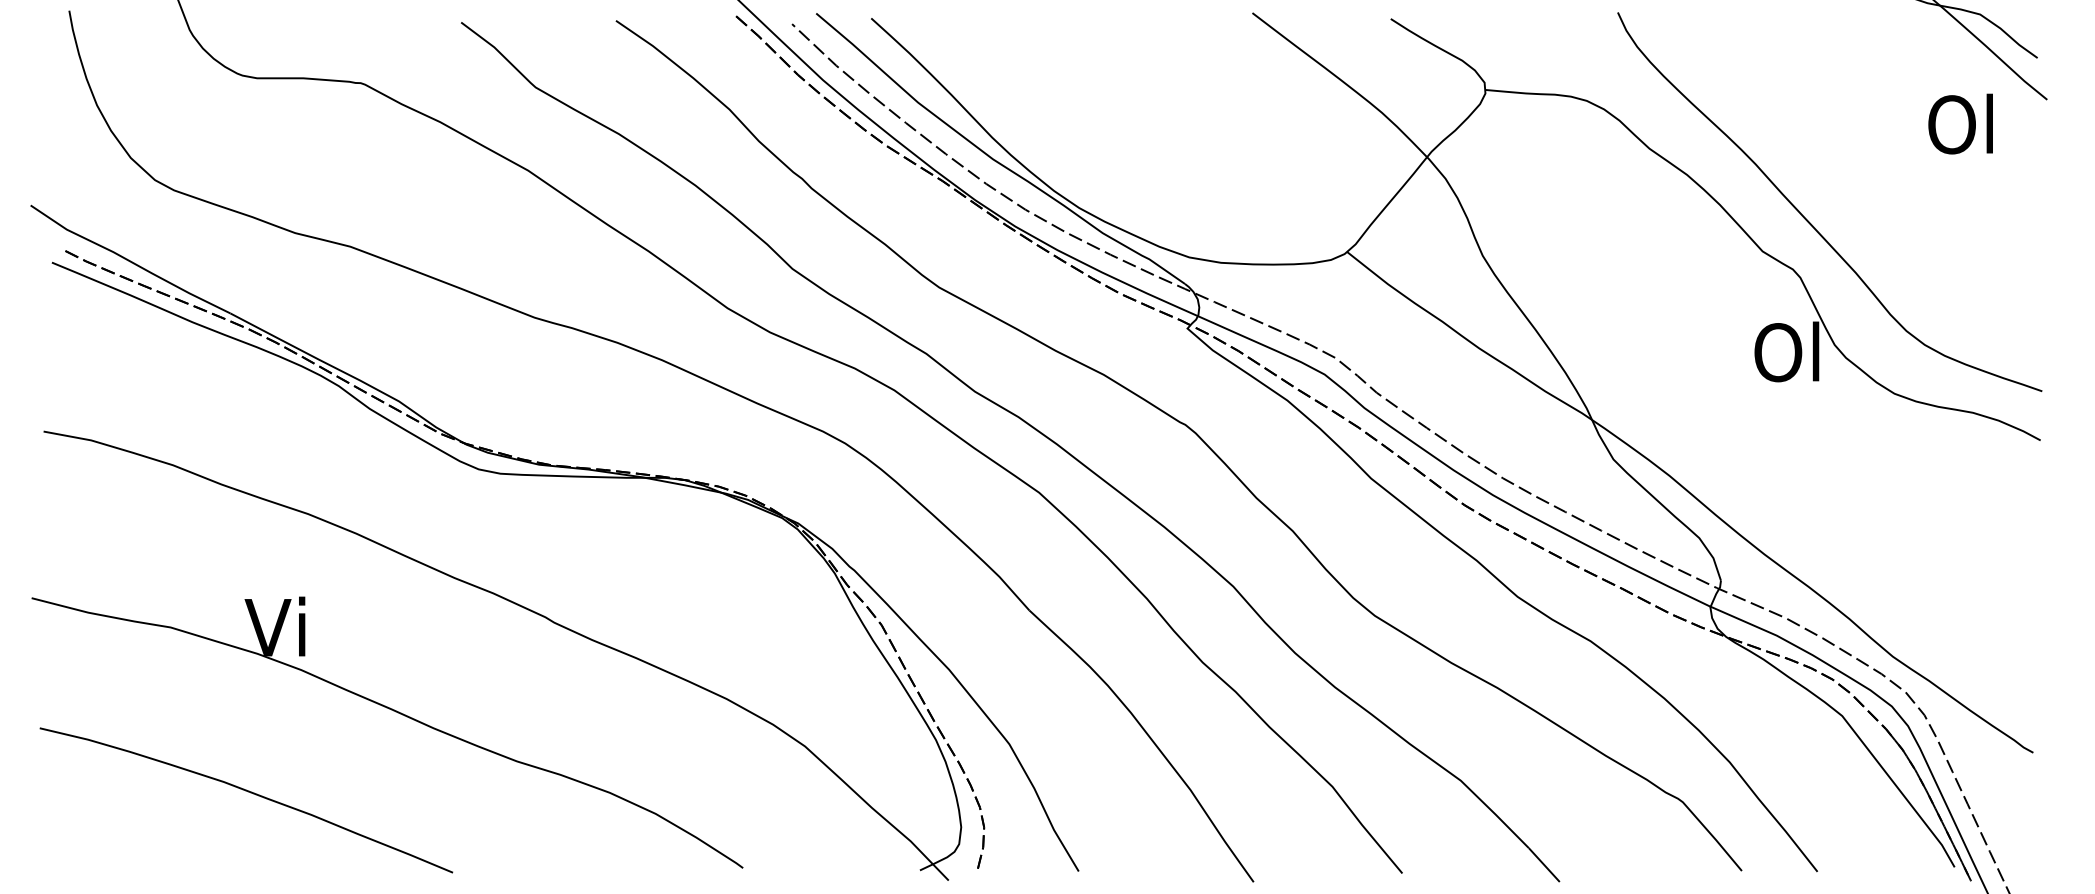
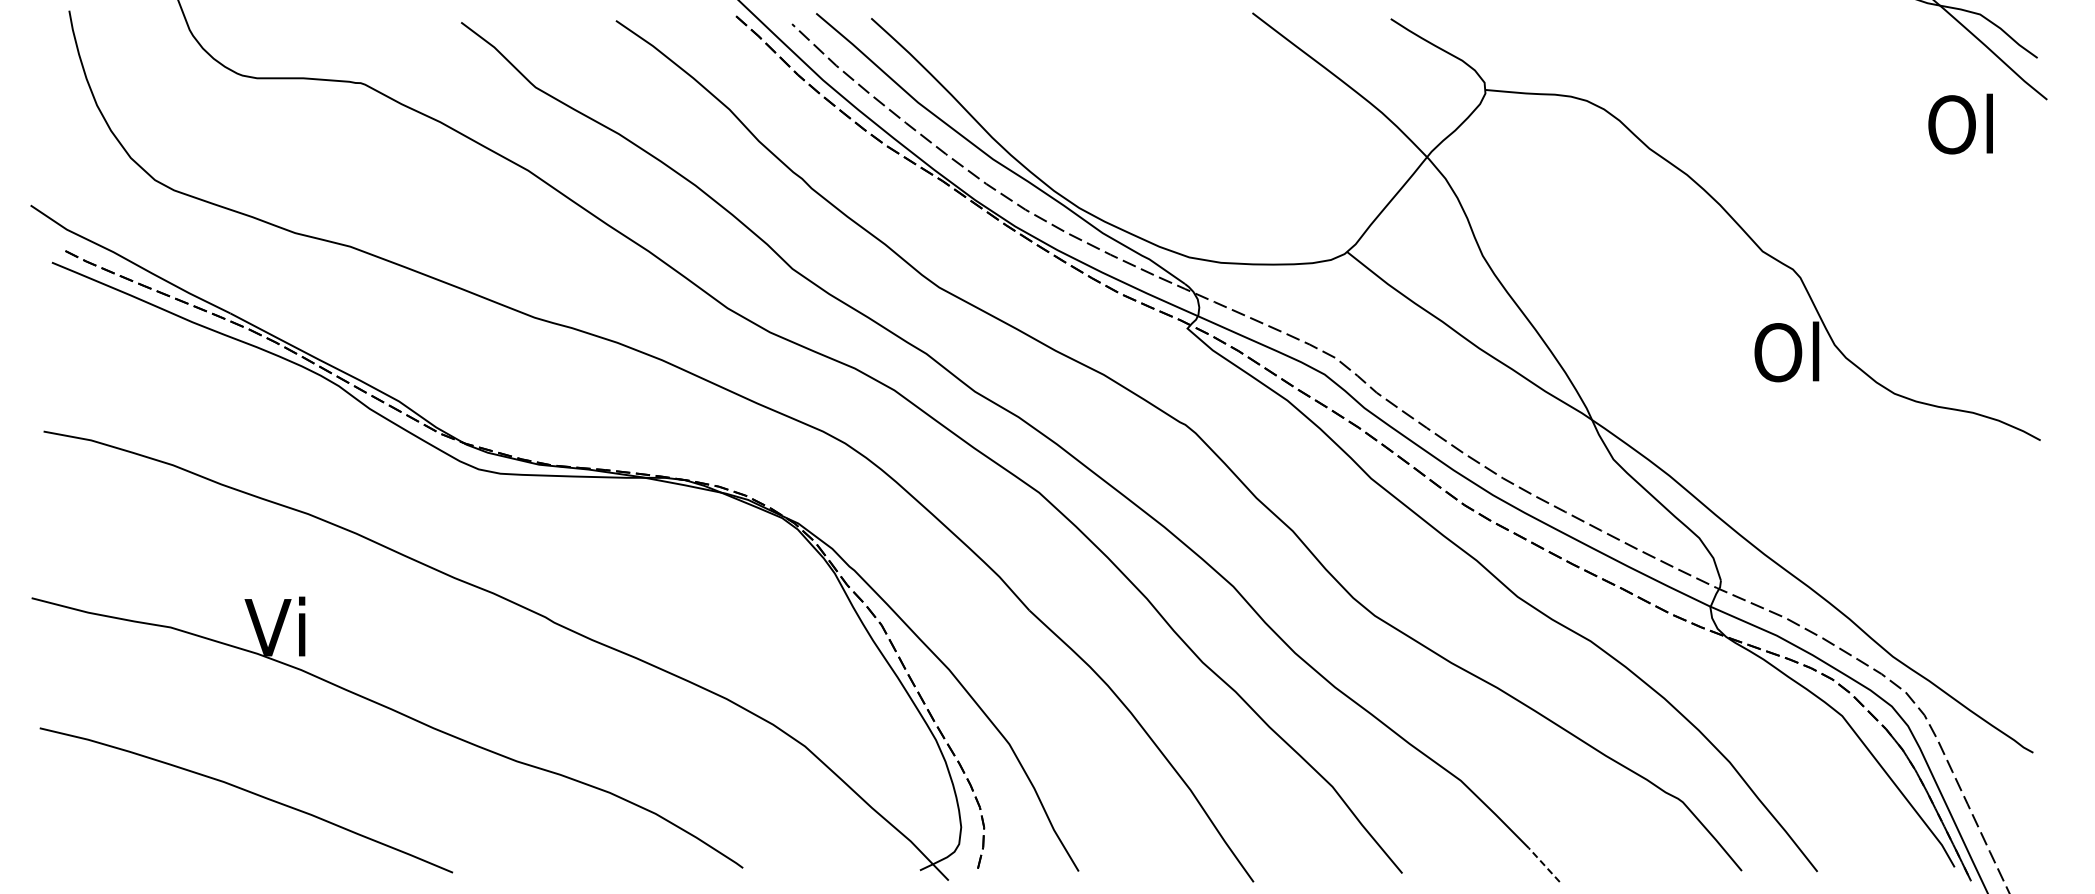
curve at (1809, 221): present -> none
line at (1544, 865): solid -> dashed
